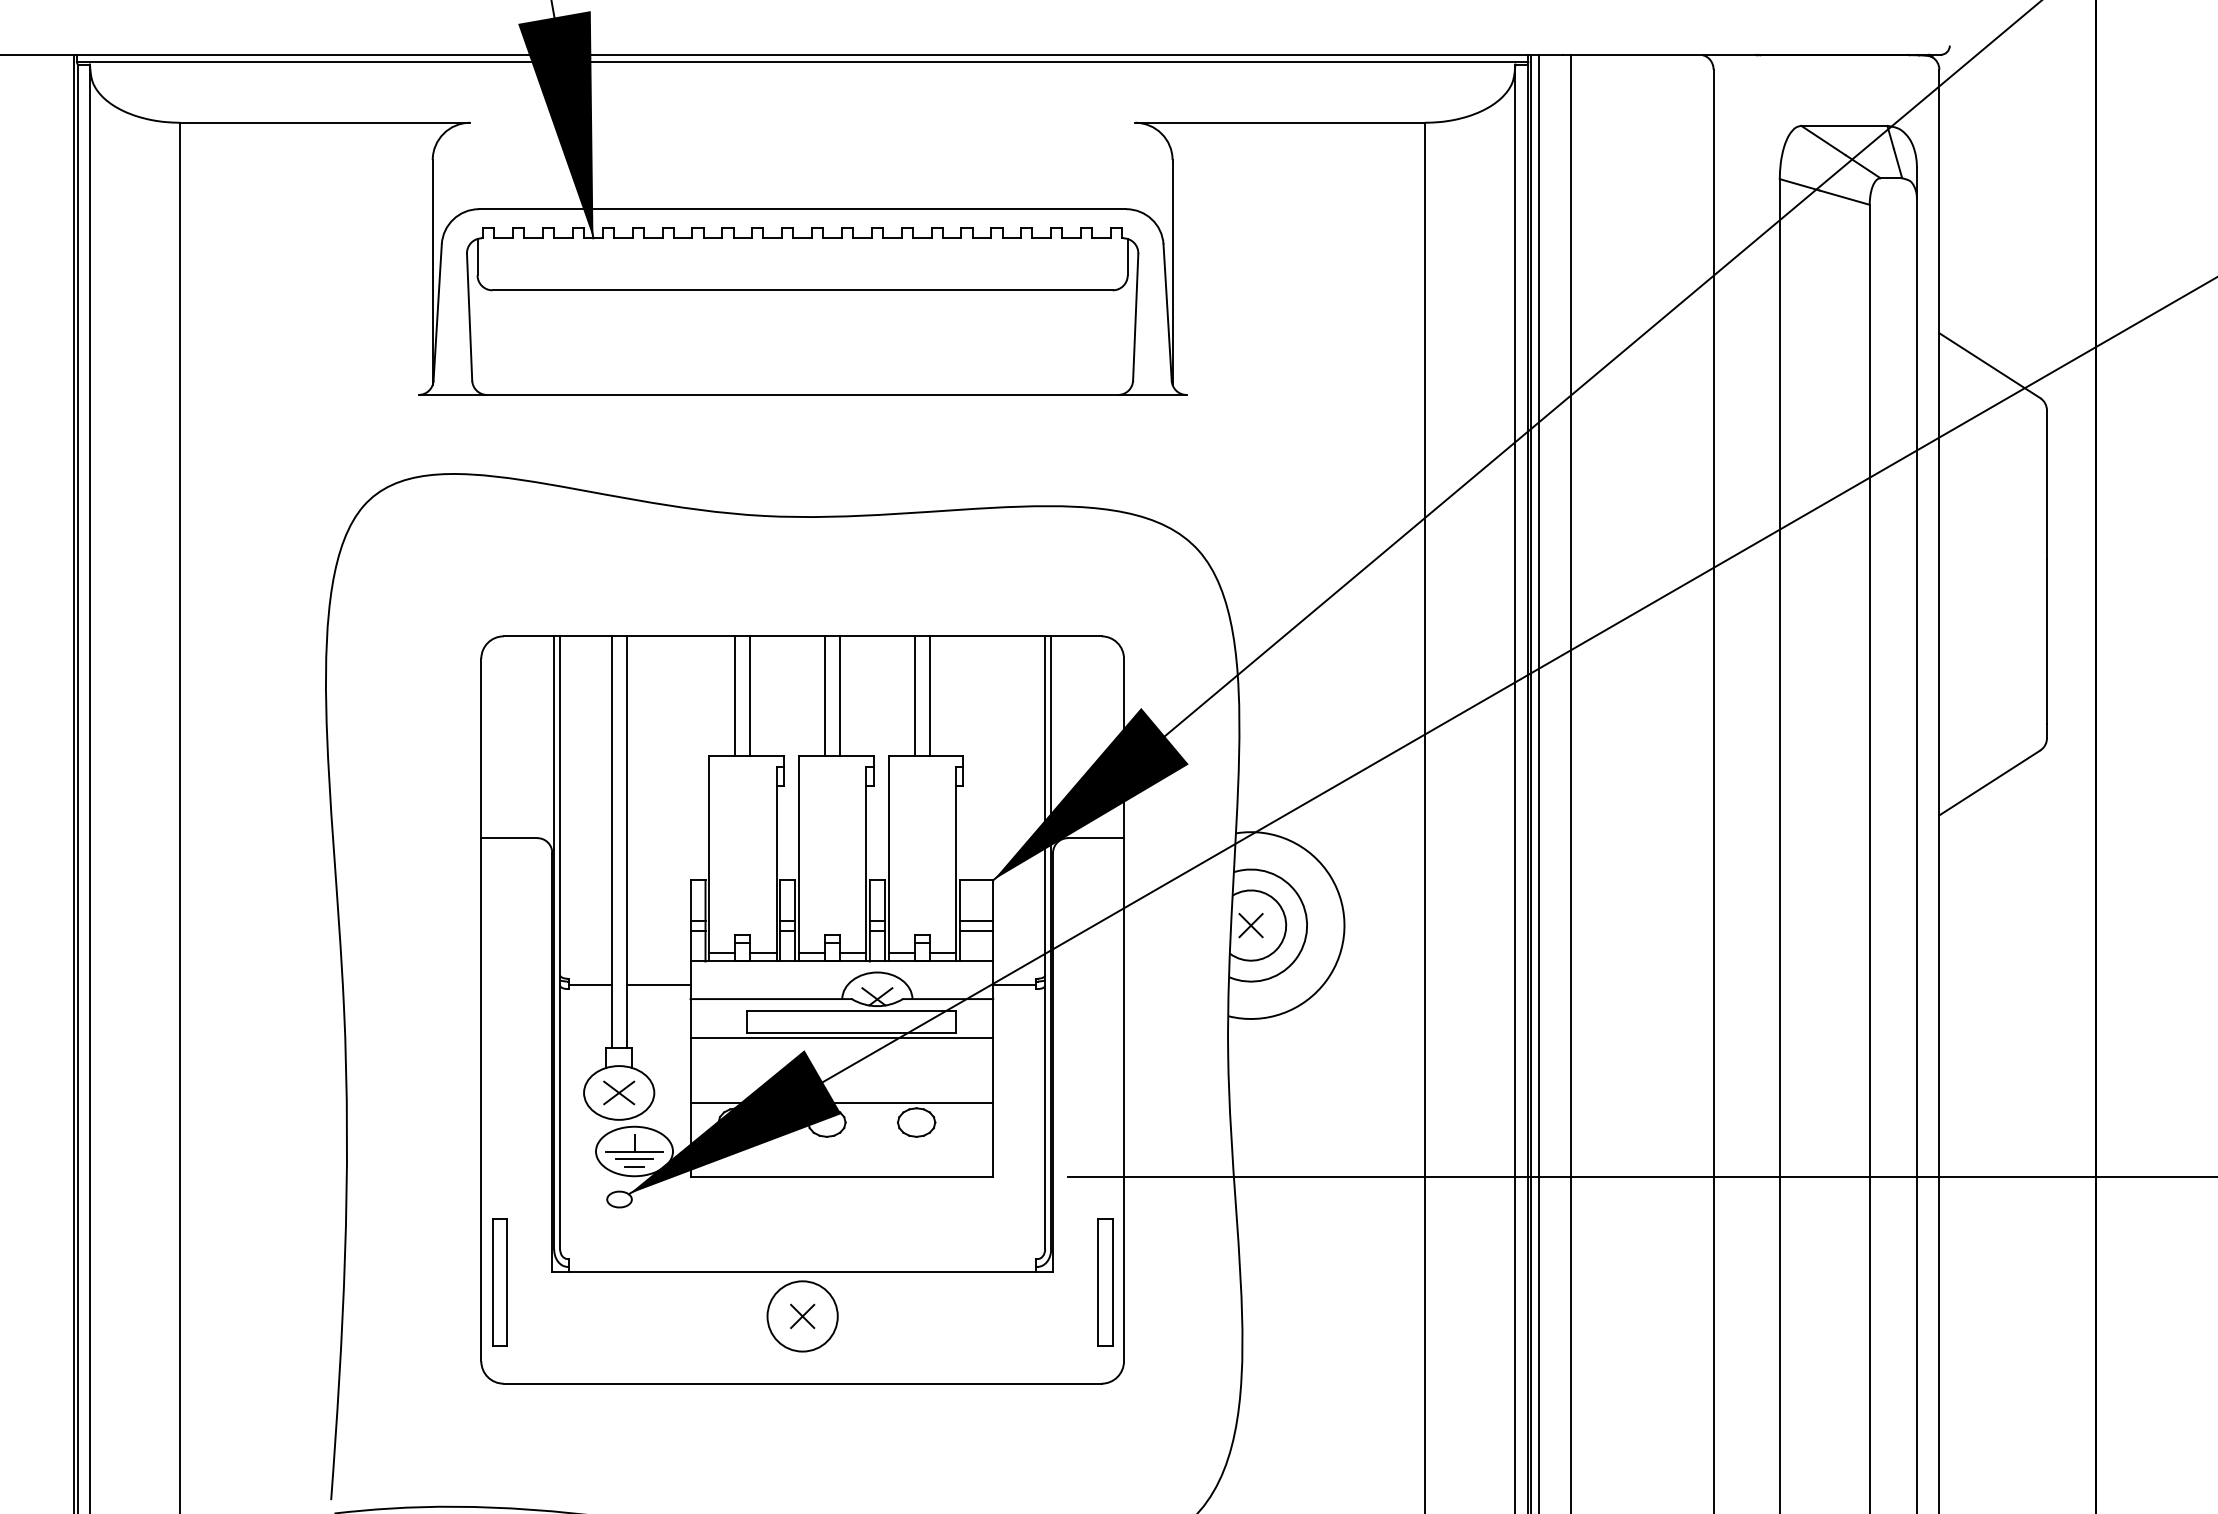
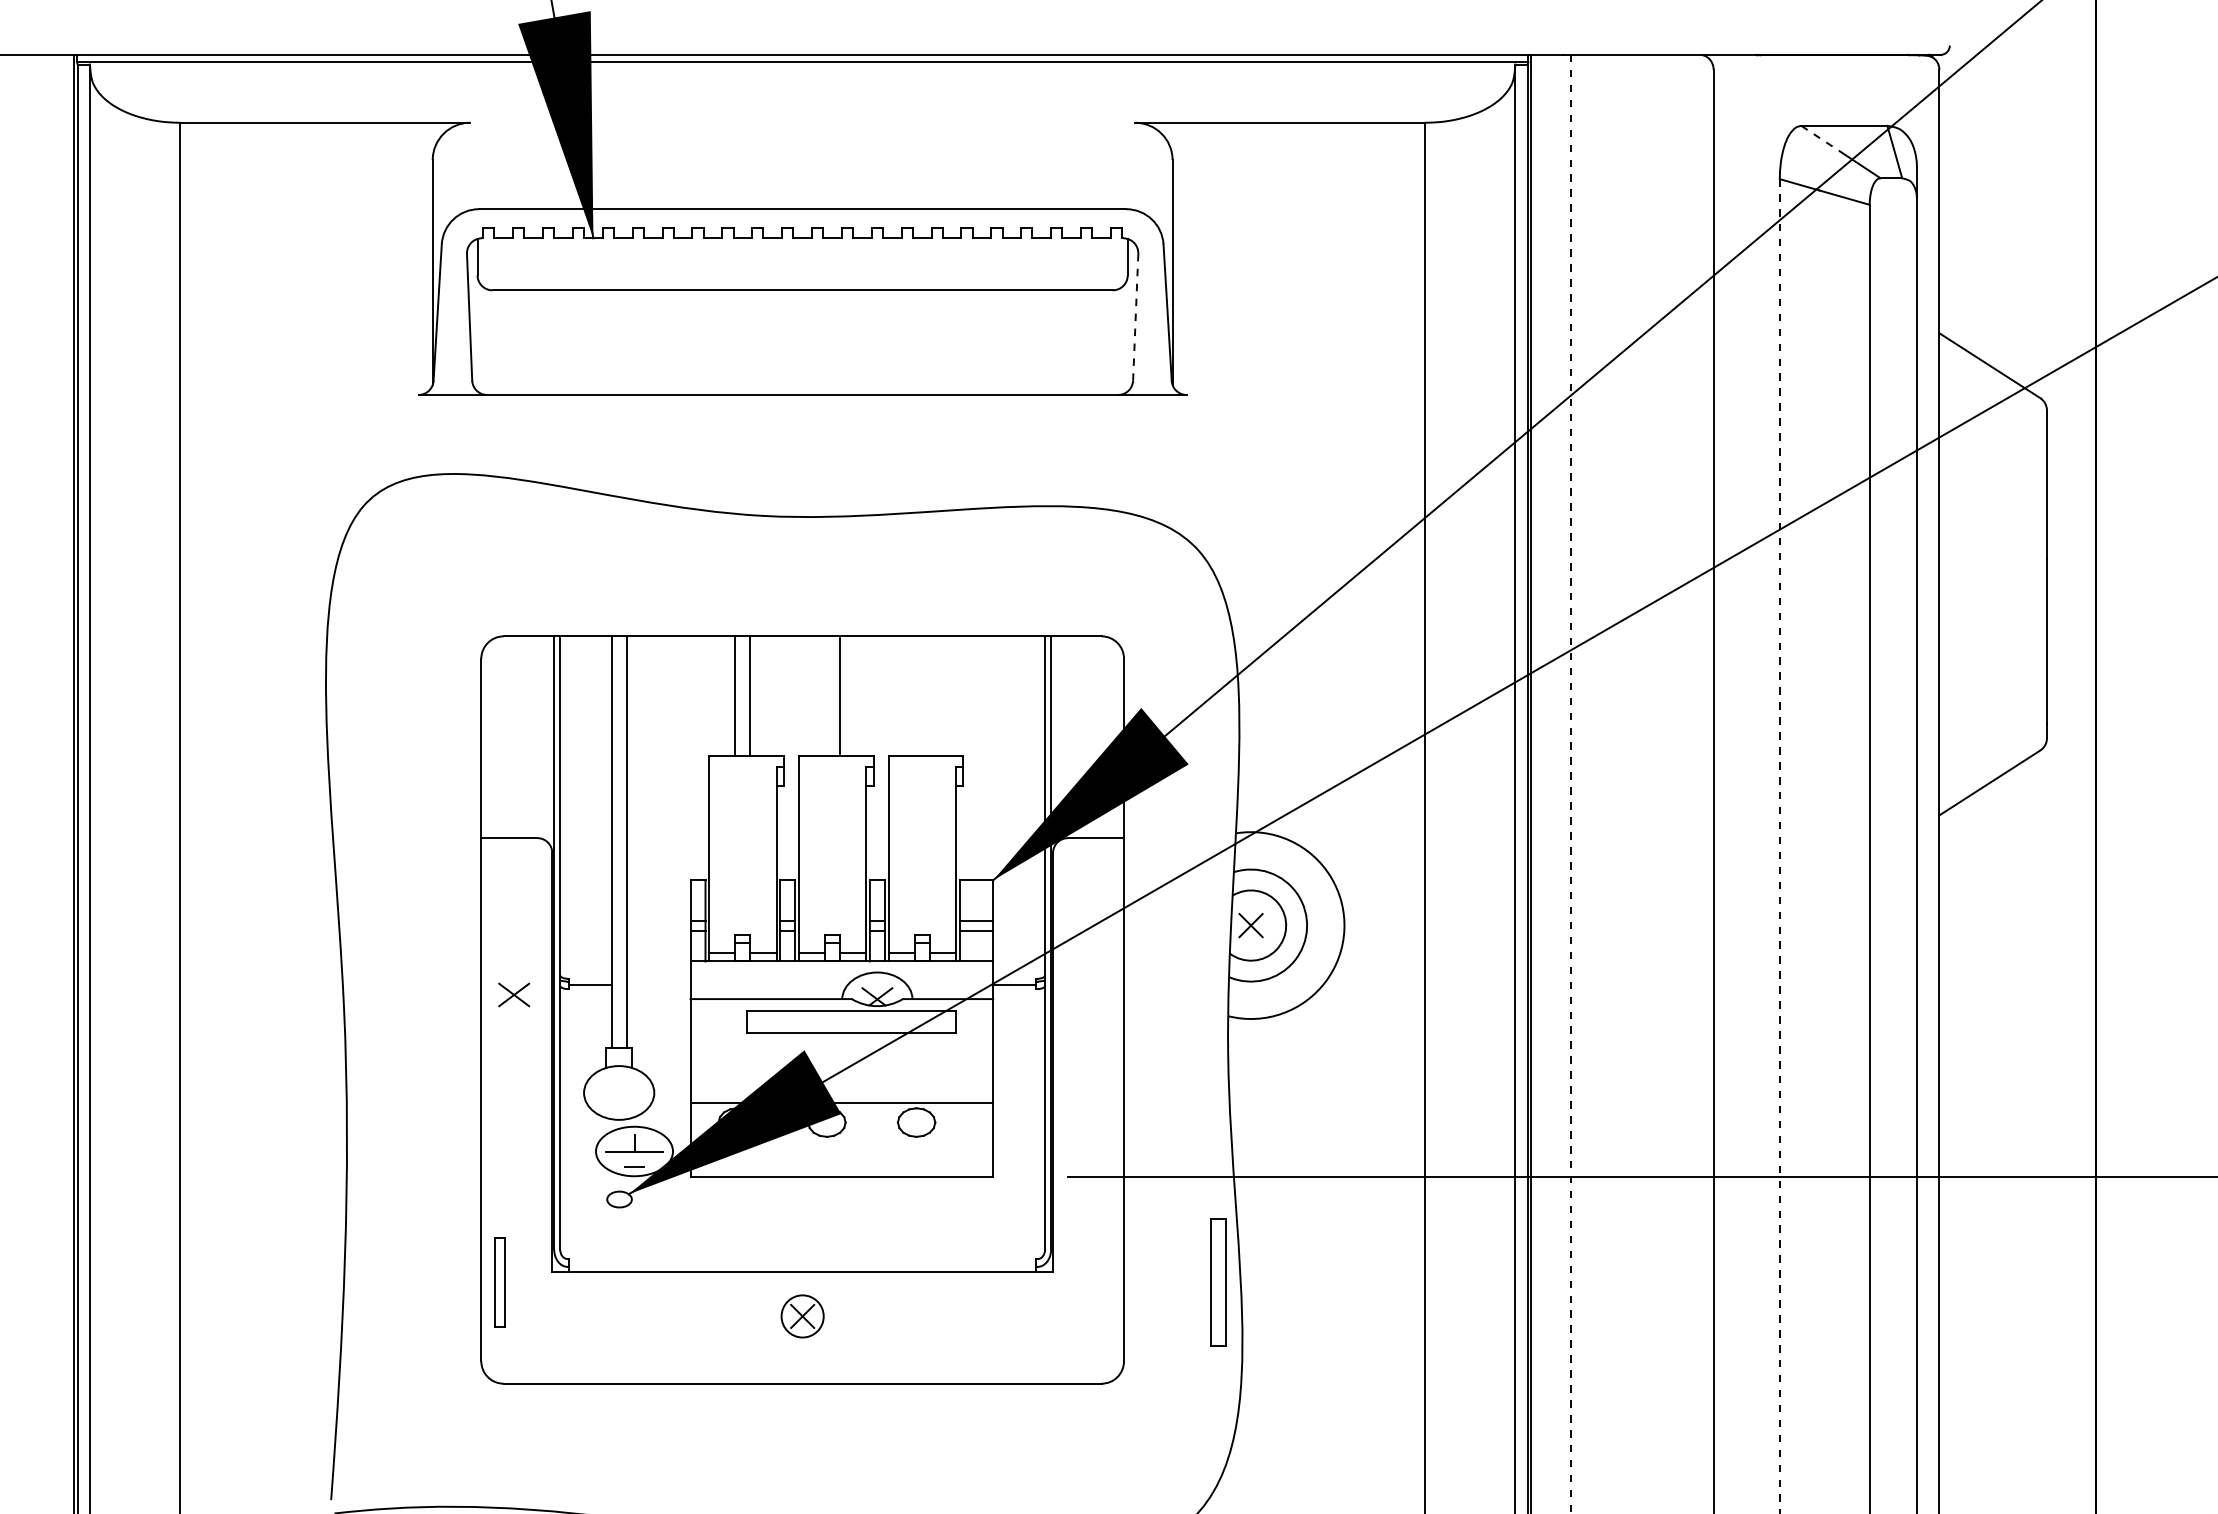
line at (1823, 140): solid -> dashed
line at (1135, 317): solid -> dashed
line at (825, 696): present -> none
line at (914, 696): present -> none
line at (929, 696): present -> none
line at (1538, 782): present -> none
line at (1571, 784): solid -> dashed
line at (1779, 846): solid -> dashed
line at (658, 985): present -> none
line at (841, 1037): present -> none
part at (619, 1092) position: (619, 1092) -> (514, 994)
line at (634, 1159): present -> none
part at (499, 1282) size: 16x129 px -> 12x91 px
part at (1105, 1282) position: (1105, 1282) -> (1218, 1282)
circle at (802, 1316) diameter: 70 px -> 42 px
